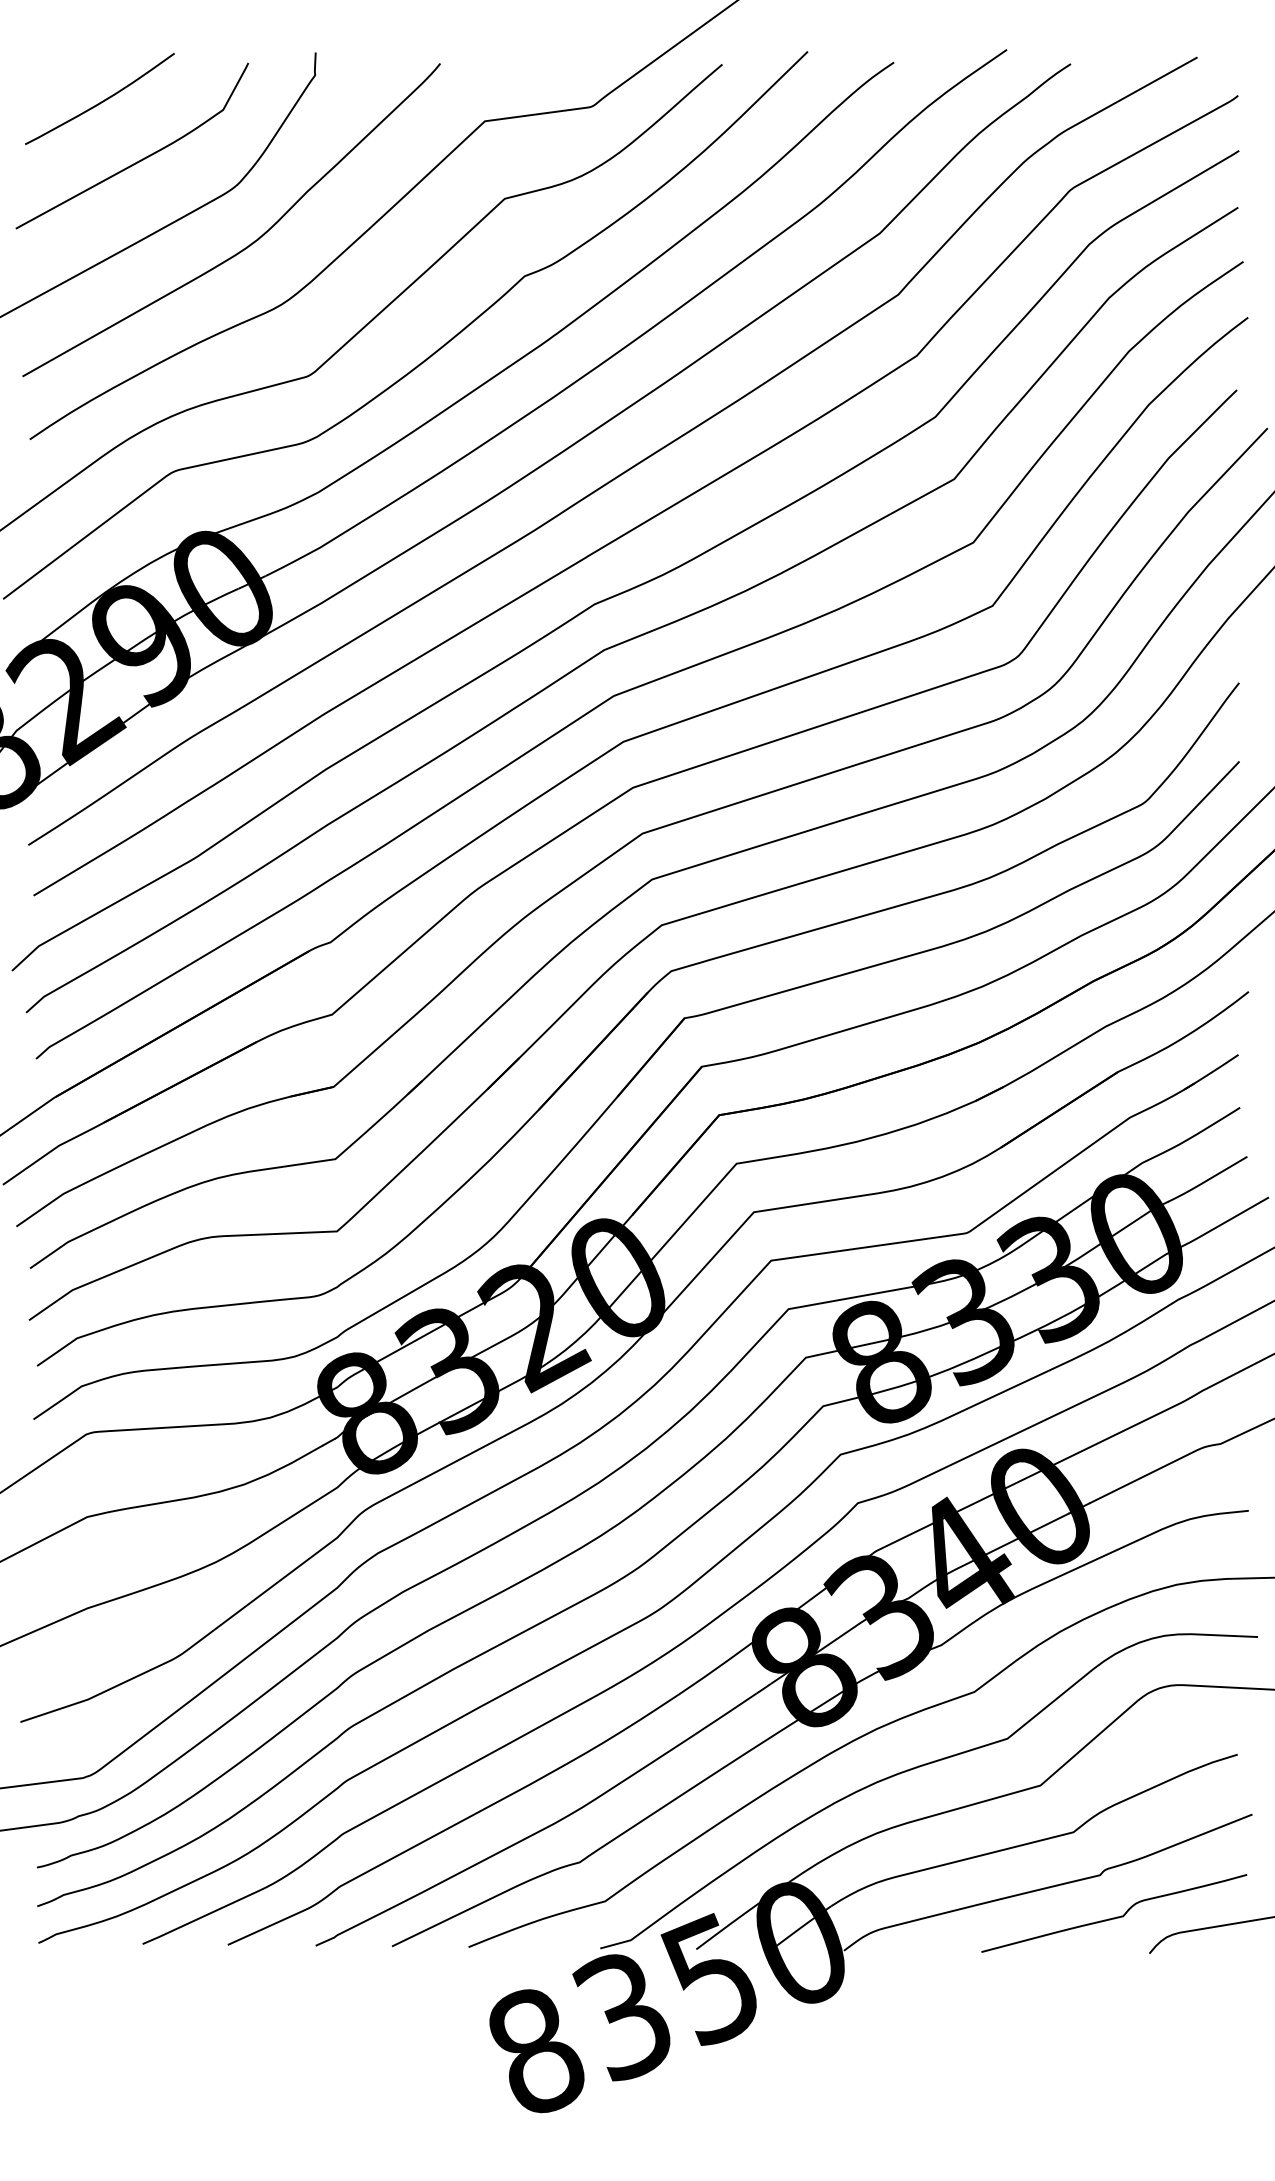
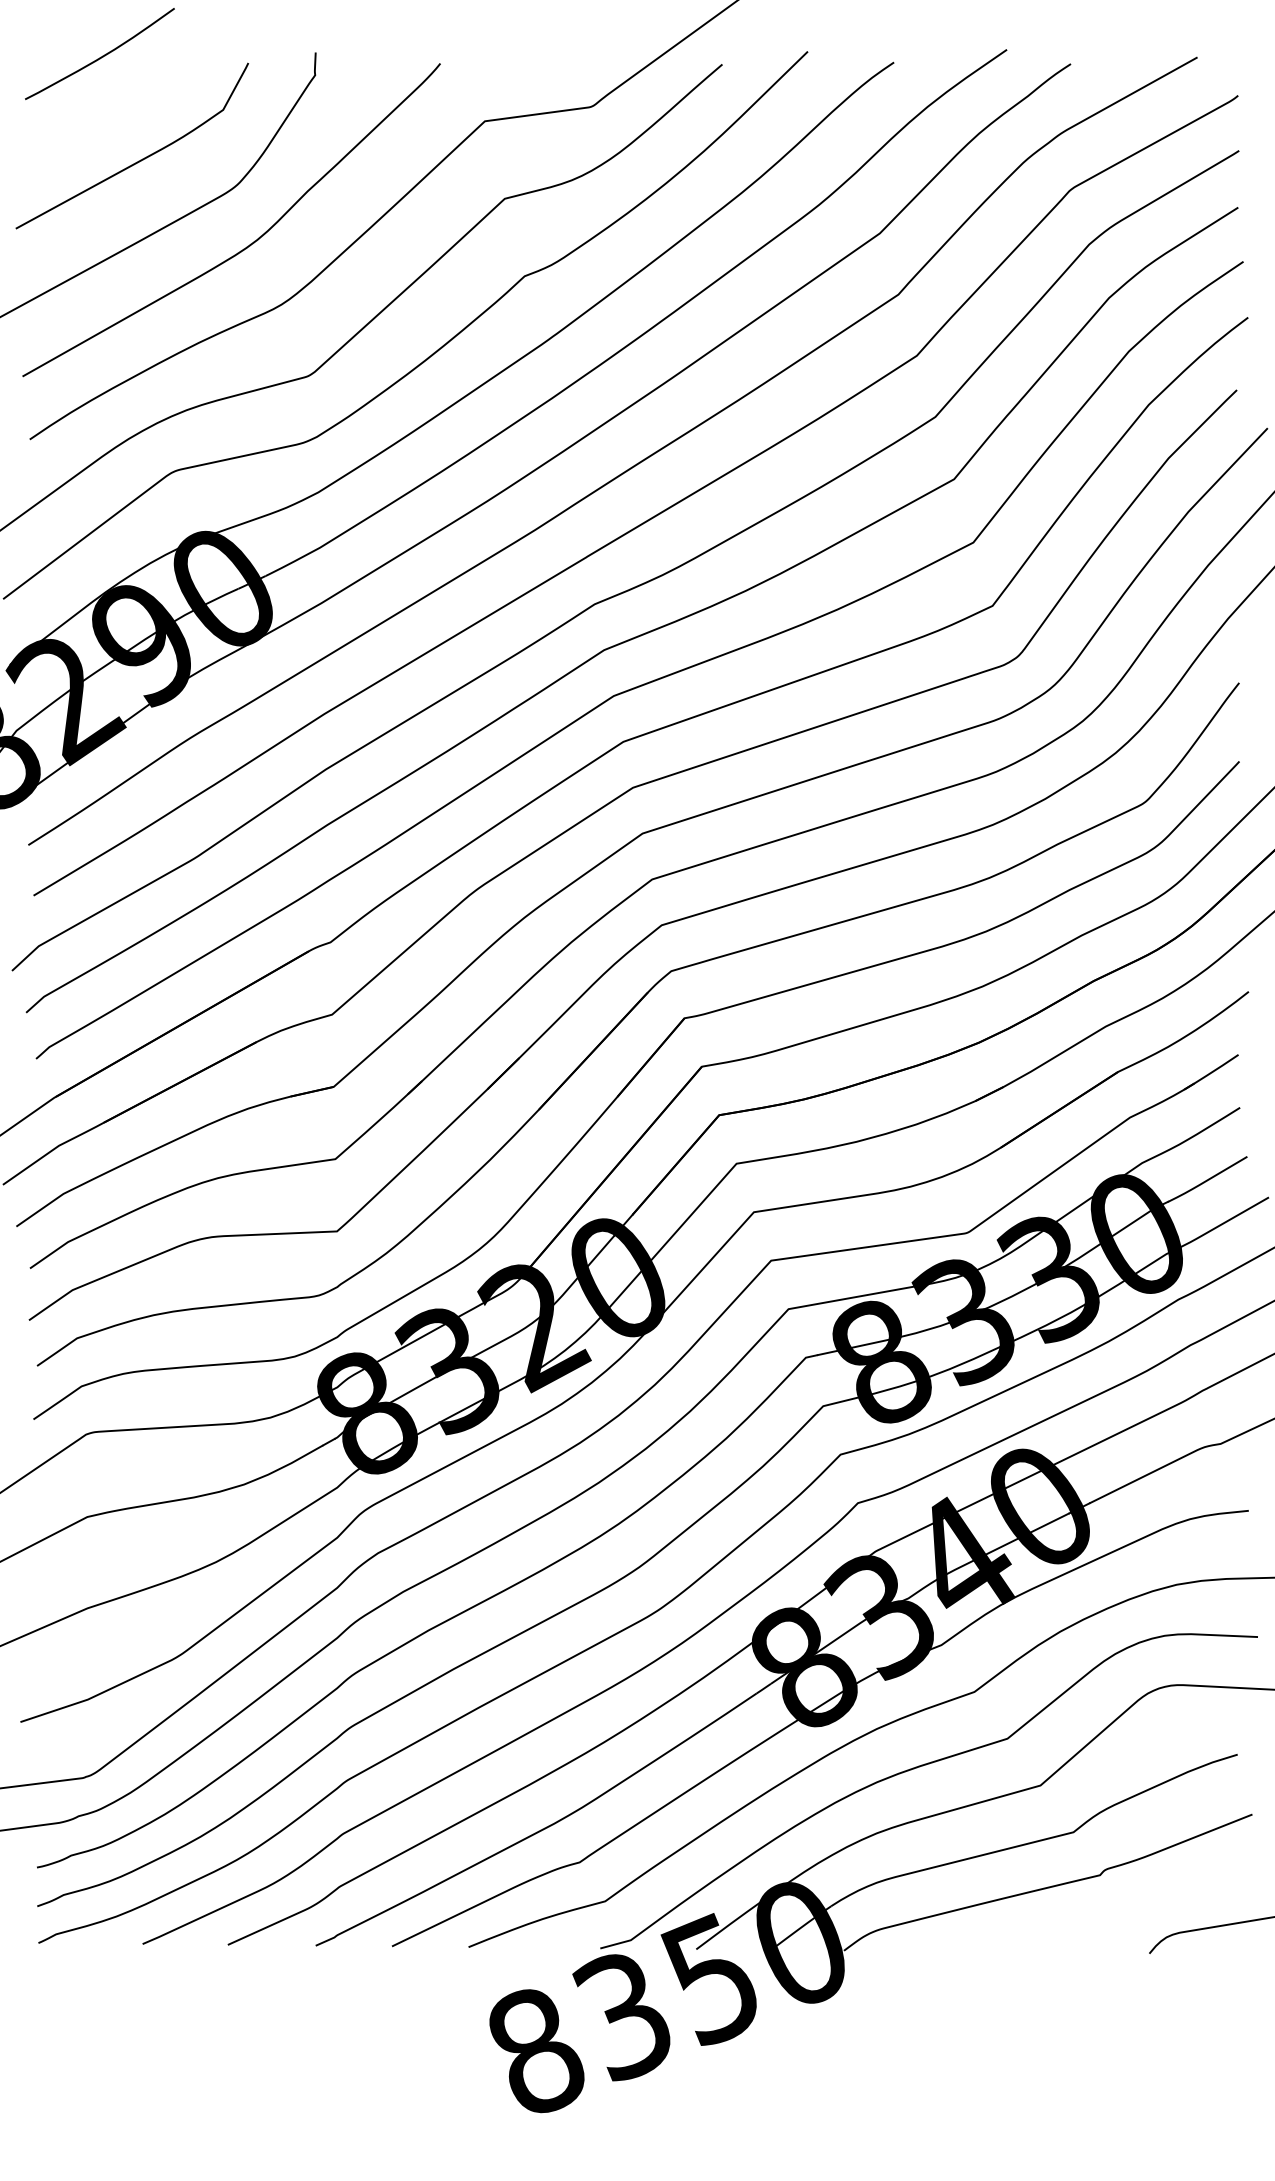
curve at (102, 100) position: (102, 100) -> (102, 55)
curve at (1116, 1916): present -> none
